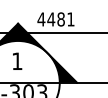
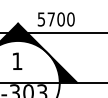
text at (55, 19): 4481 -> 5700
